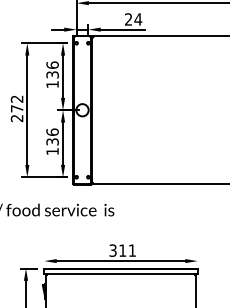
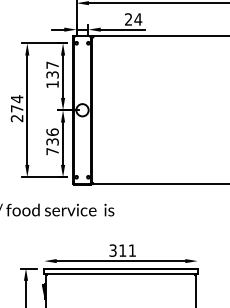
text at (52, 64): 136 -> 137
text at (16, 99): 272 -> 274
text at (52, 151): 136 -> 736
